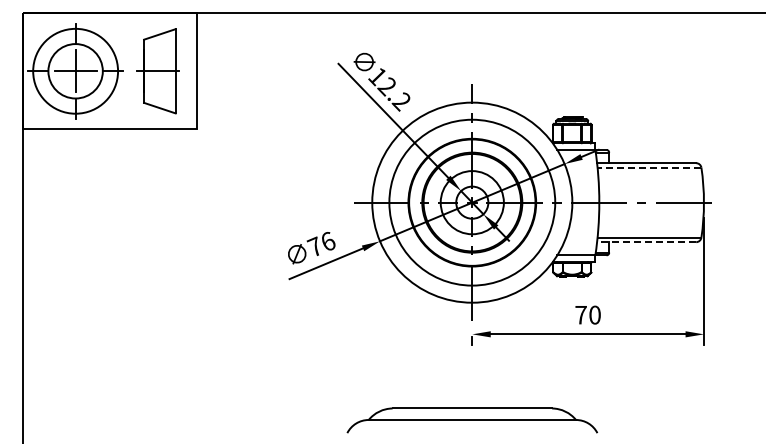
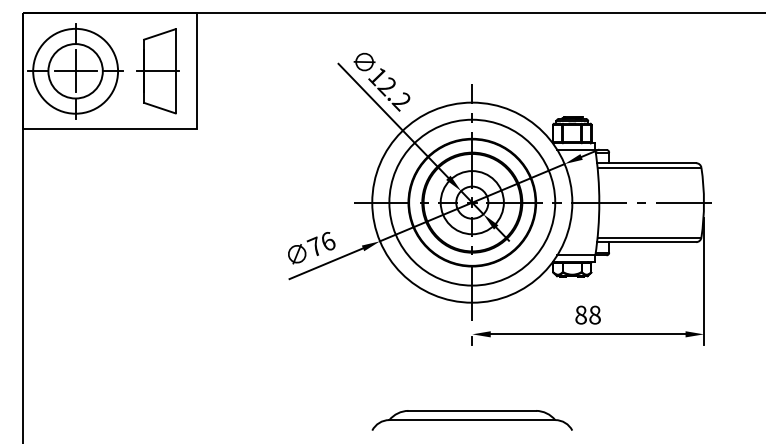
line at (649, 167): dashed -> solid
line at (646, 242): dashed -> solid
text at (587, 314): 70 -> 88
part at (471, 420) size: 252x27 px -> 202x21 px
